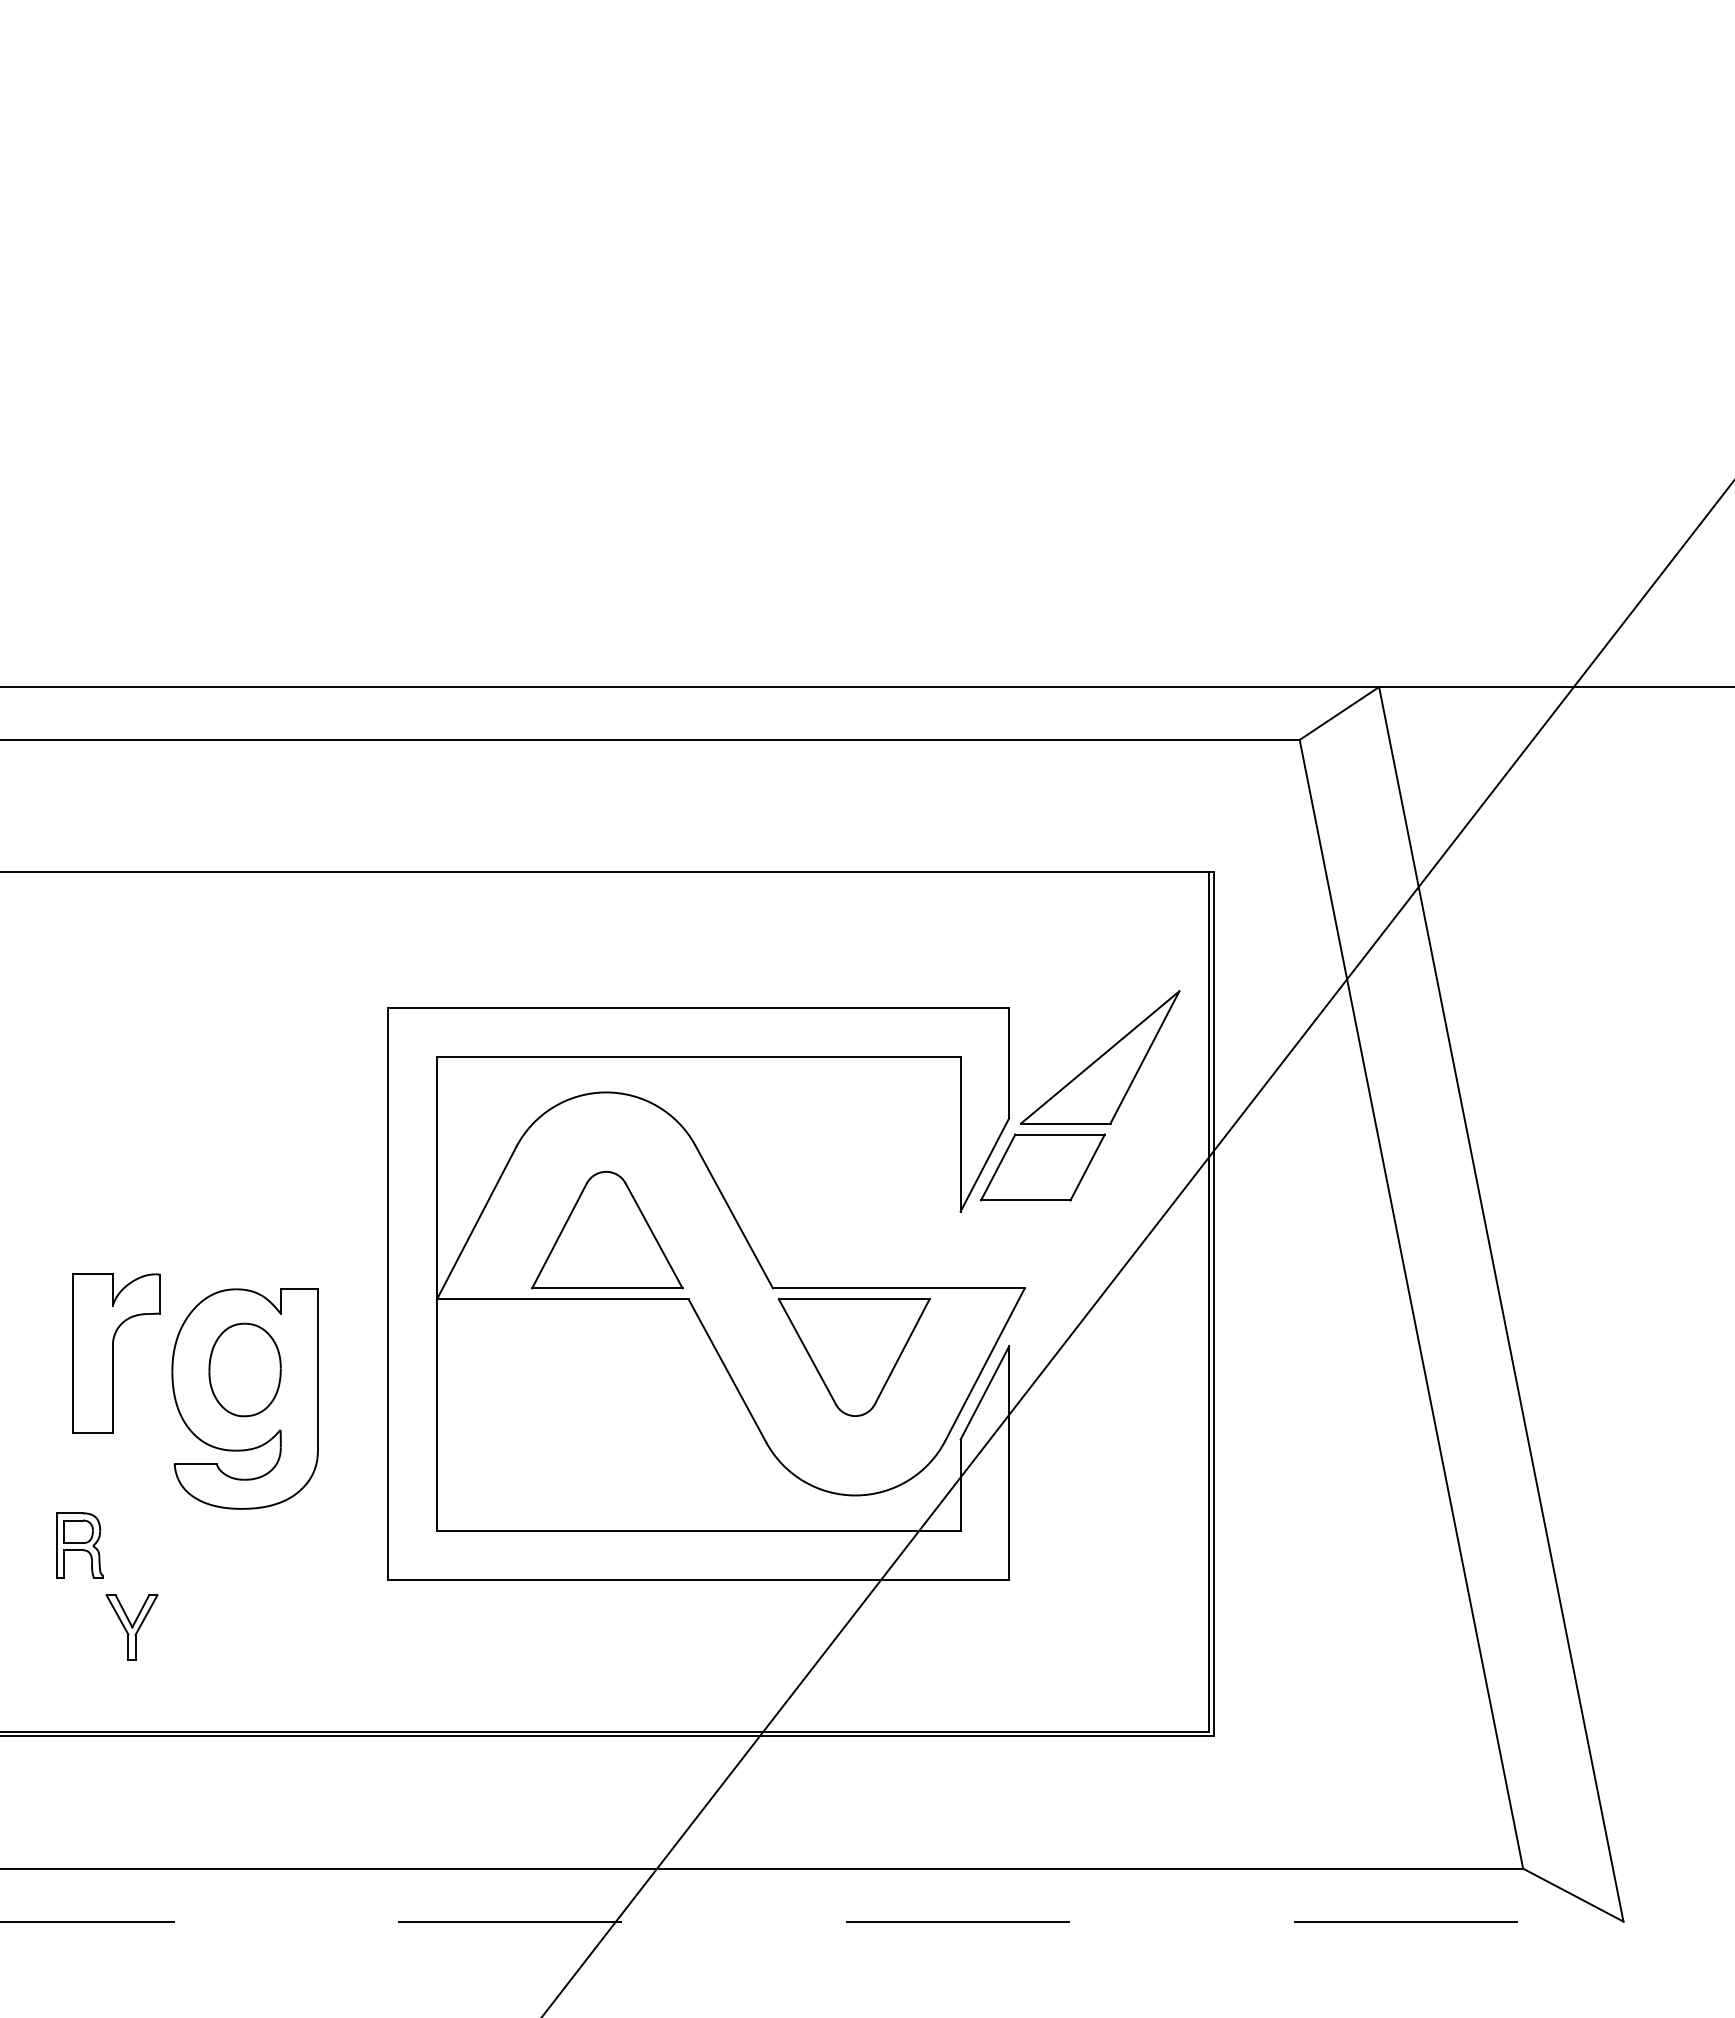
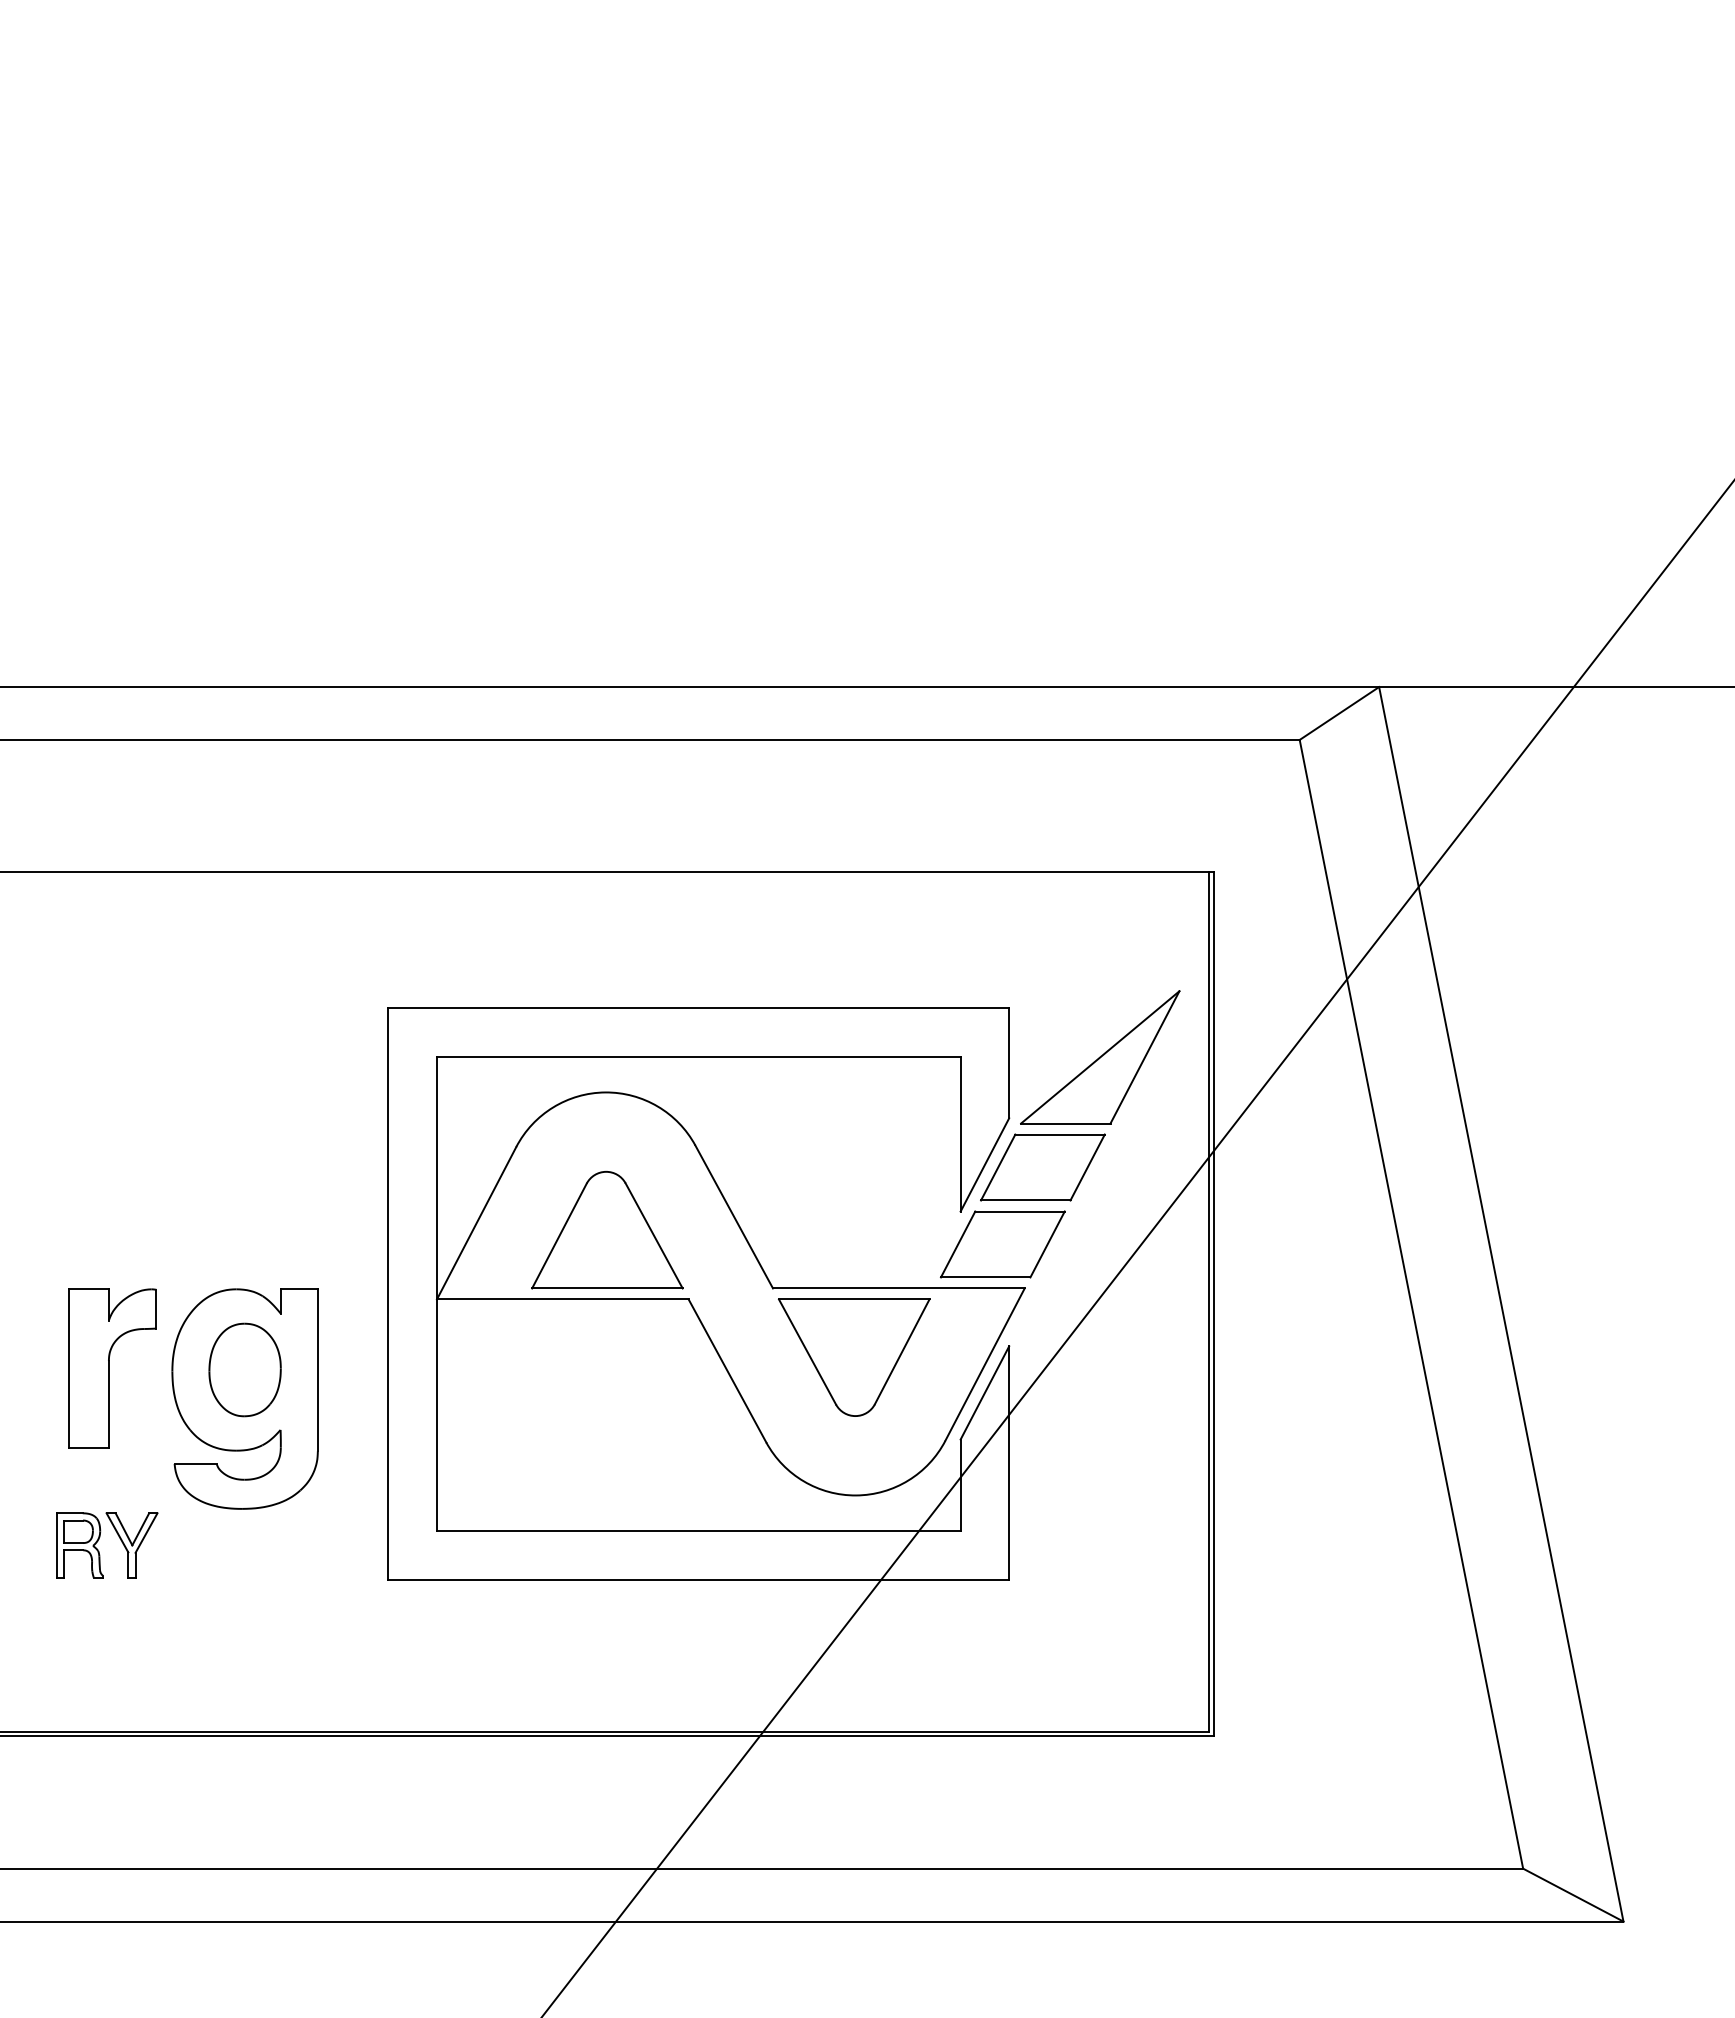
part at (1002, 1244): none -> present
part at (116, 1353) position: (116, 1353) -> (112, 1368)
part at (131, 1627) position: (131, 1627) -> (131, 1545)
line at (812, 1921): dashed -> solid
